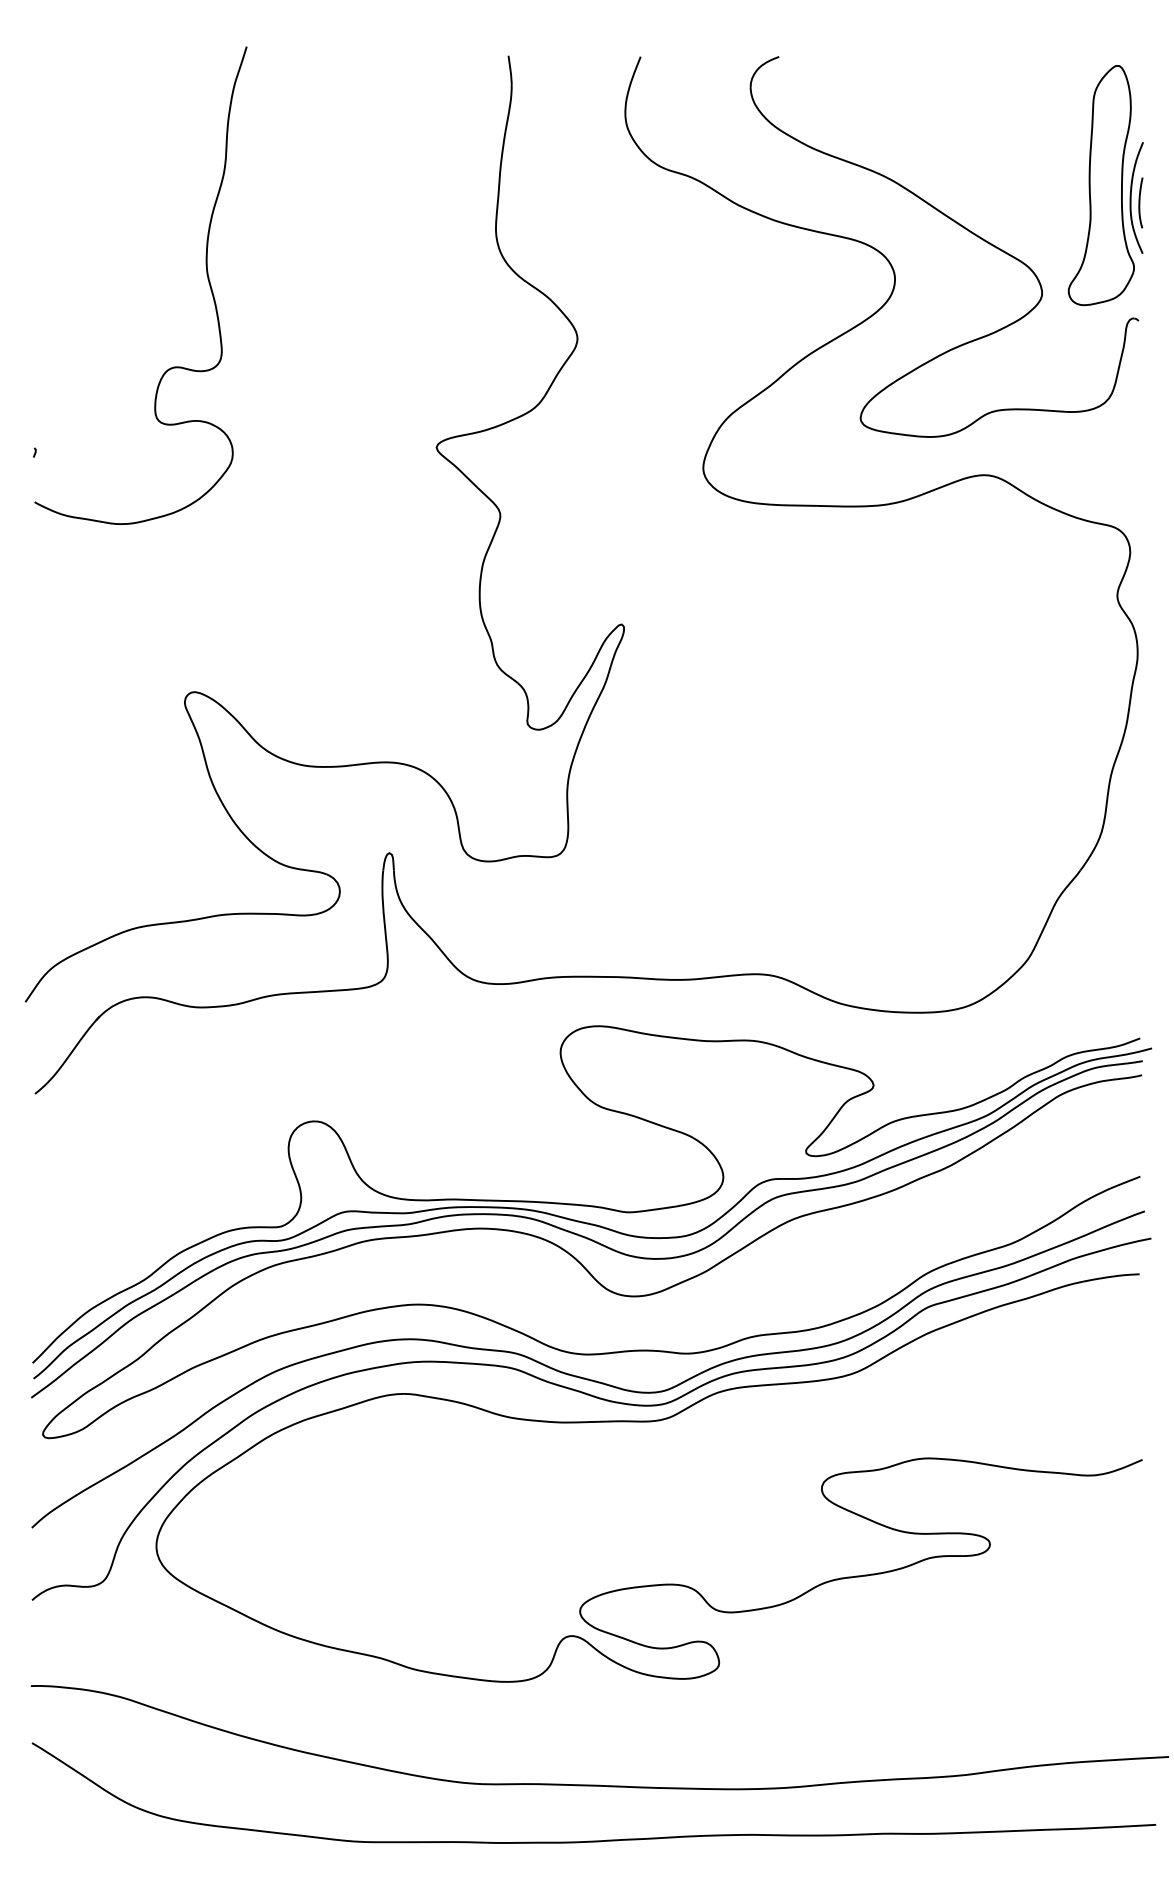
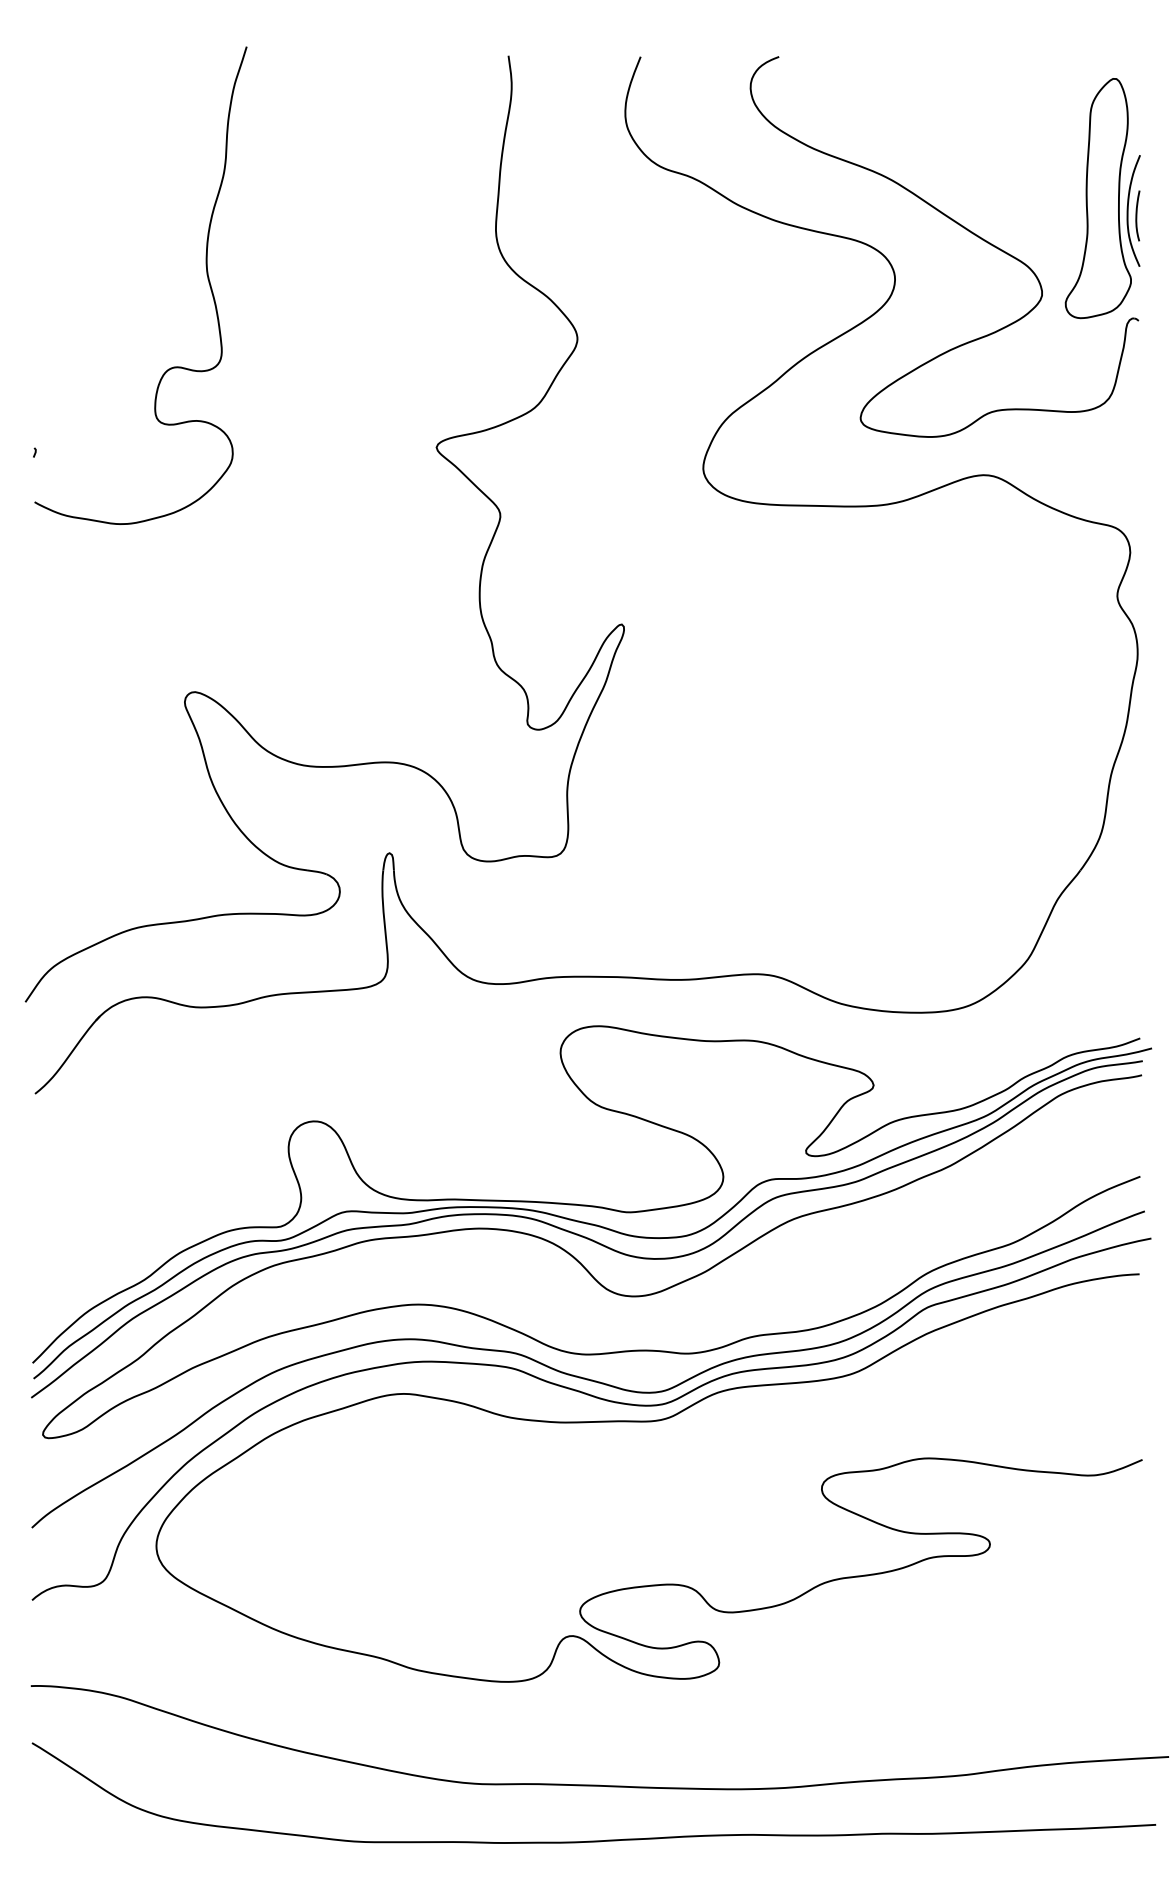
part at (1105, 185) position: (1105, 185) -> (1102, 198)
